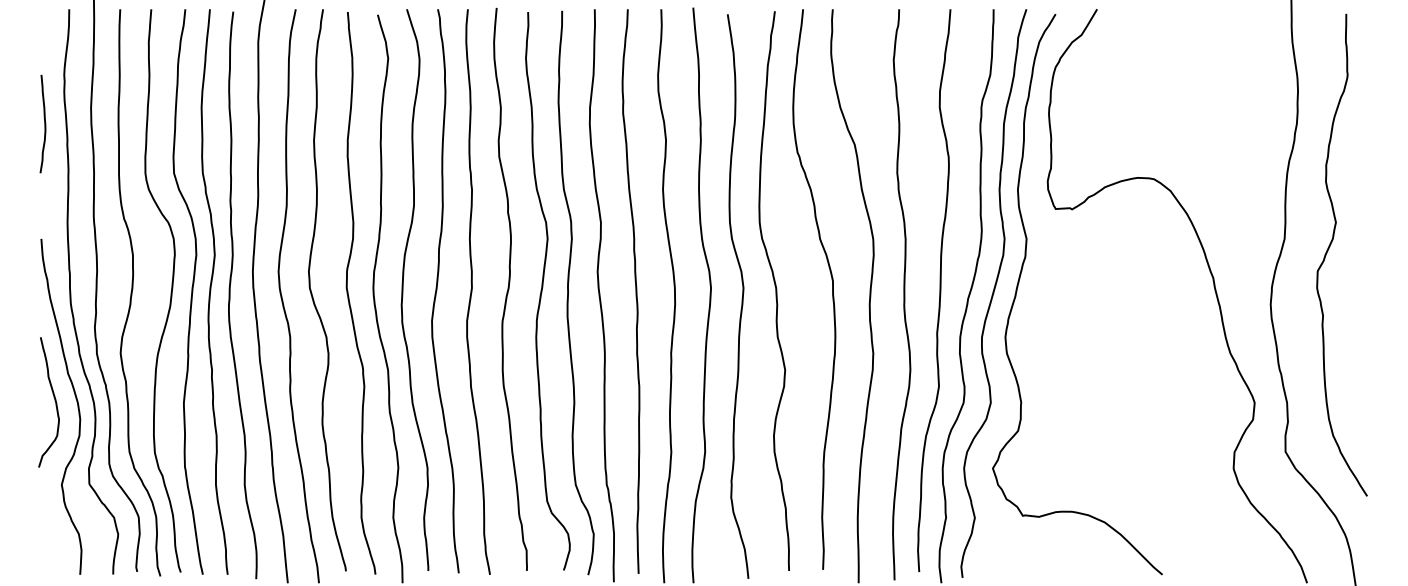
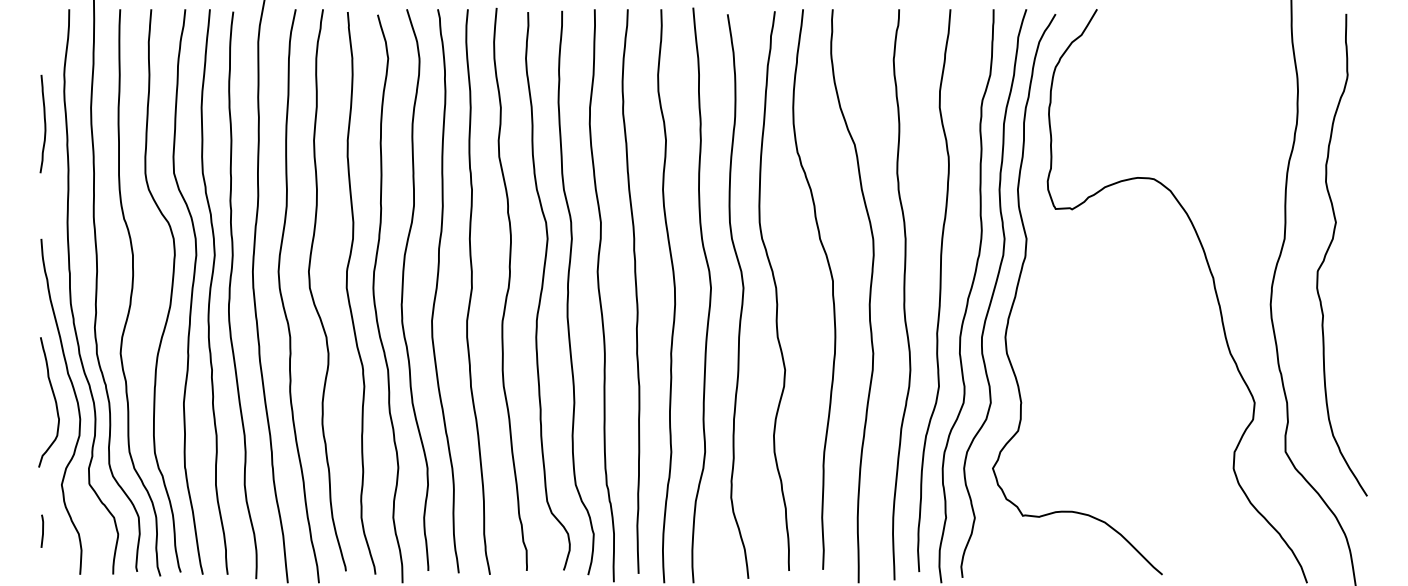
line at (42, 530): none -> present
